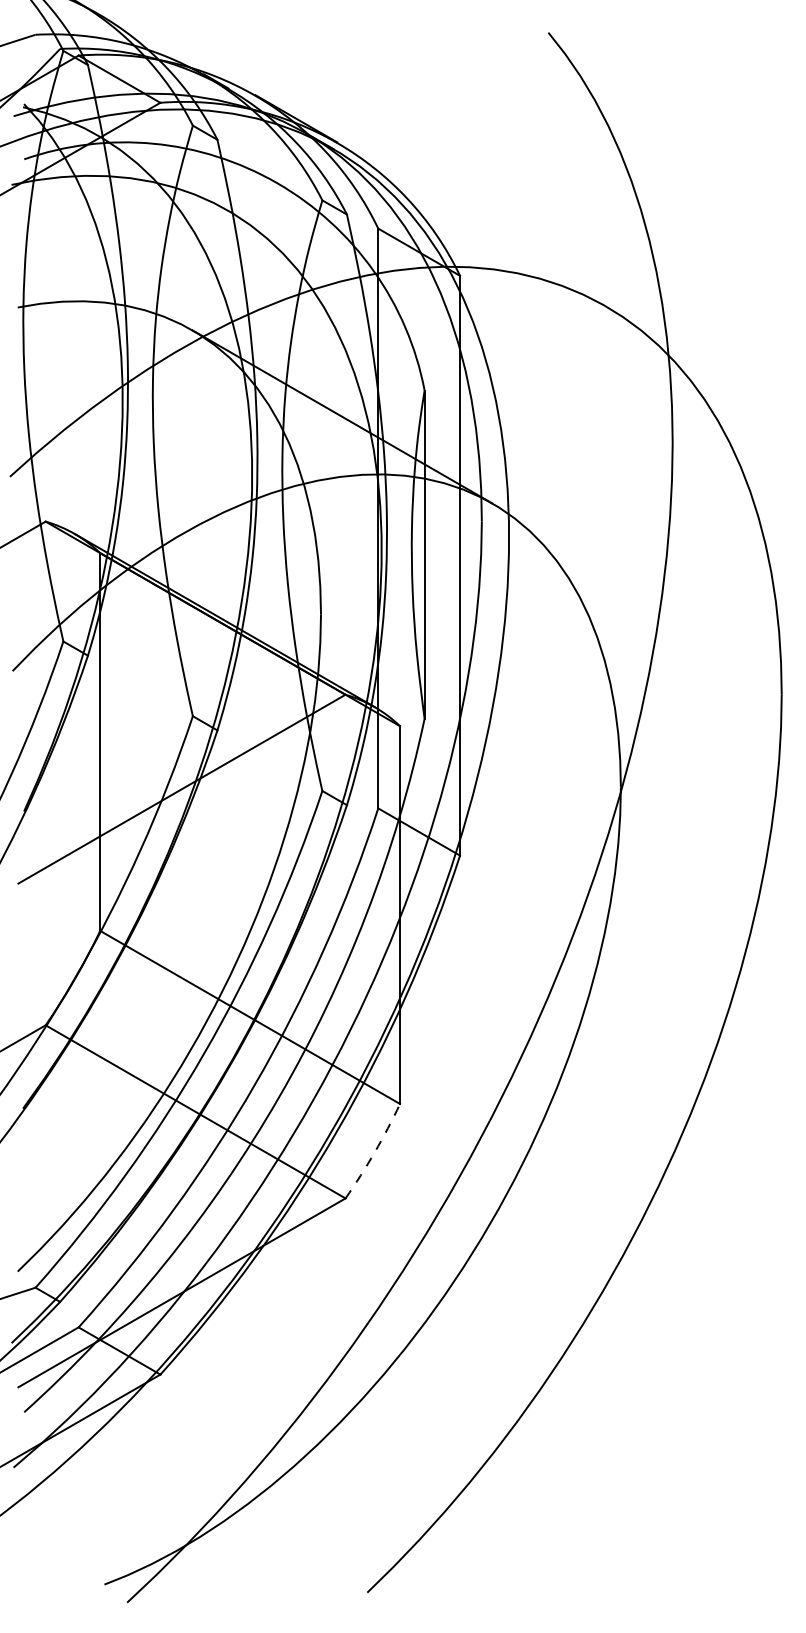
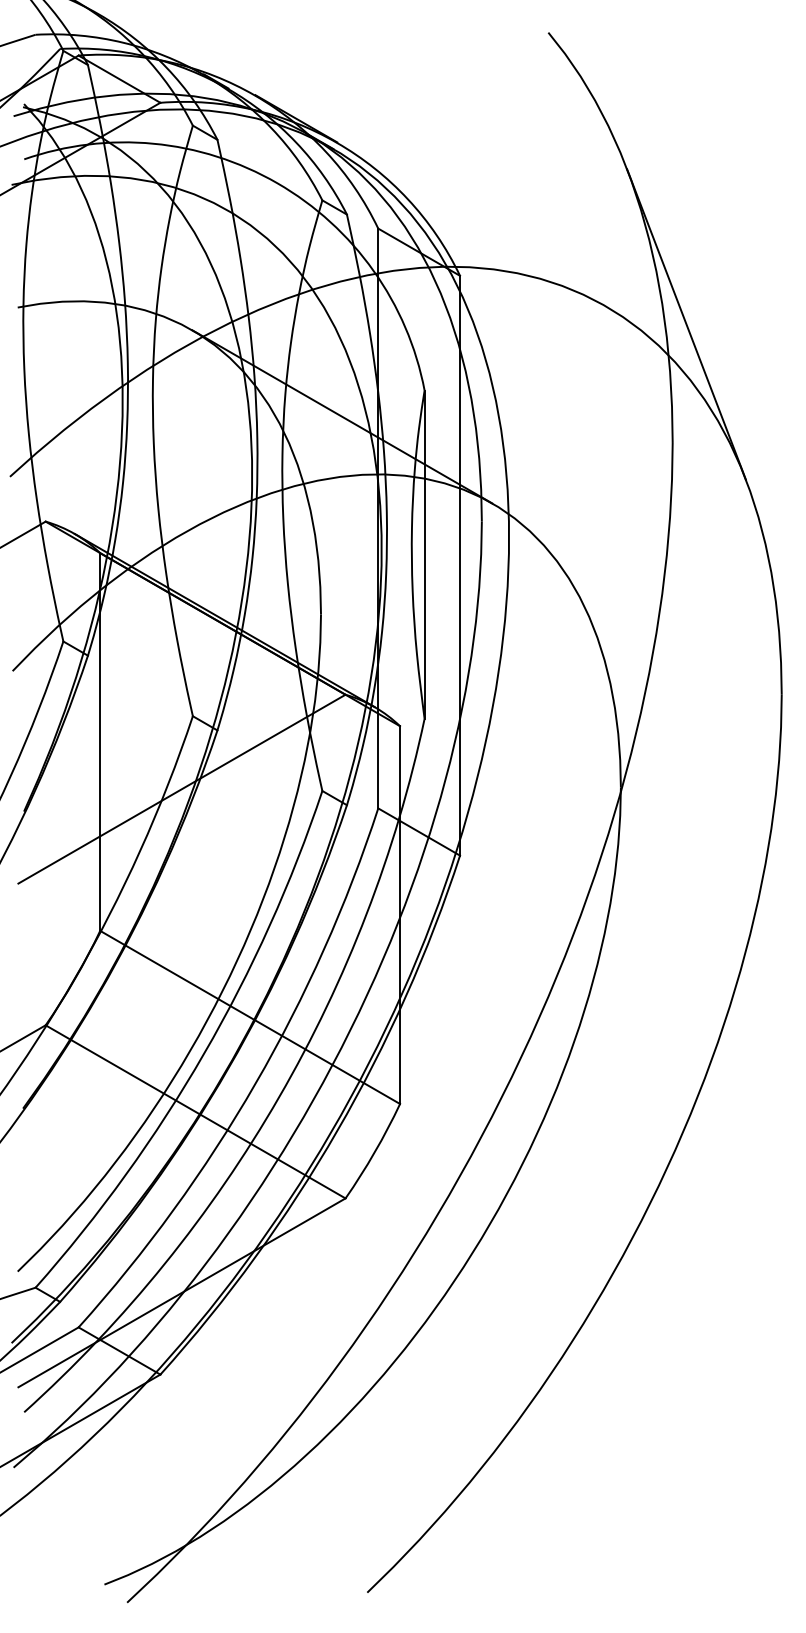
line at (686, 324): none -> present
arc at (374, 1152): dashed -> solid
